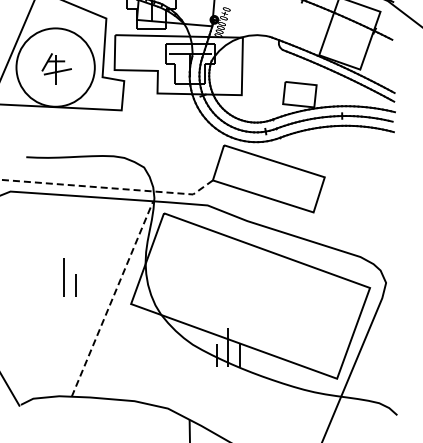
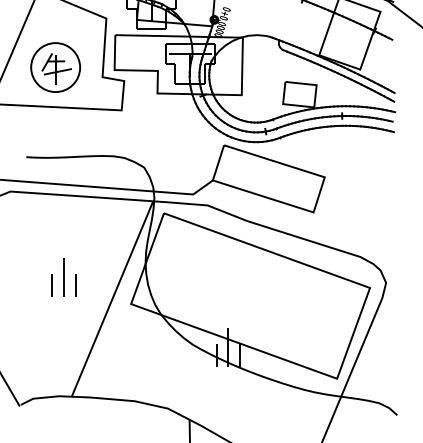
circle at (55, 67) diameter: 78 px -> 49 px
line at (109, 188): dashed -> solid
line at (51, 285): none -> present
line at (112, 299): dashed -> solid
